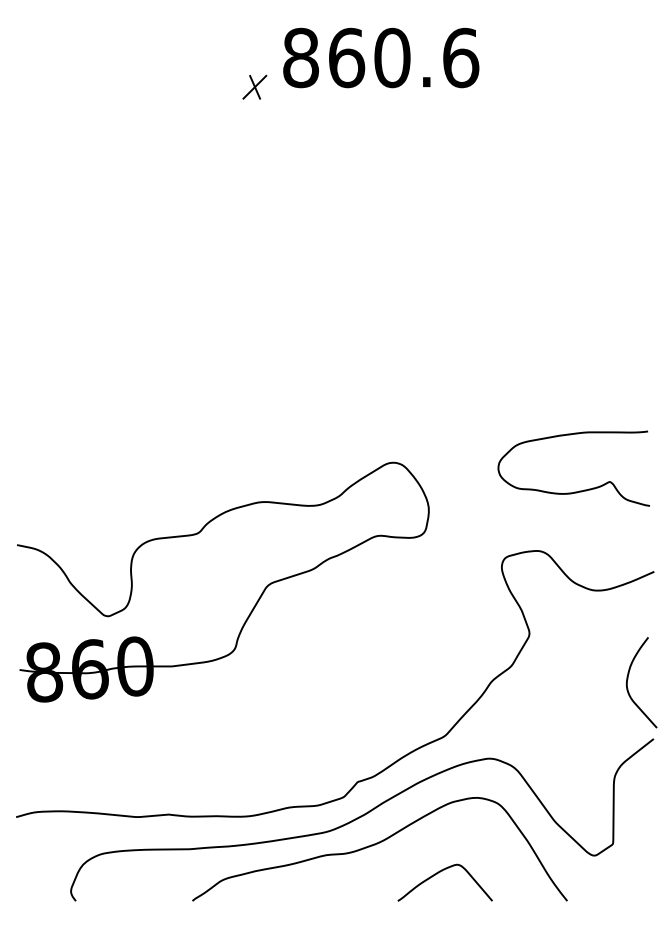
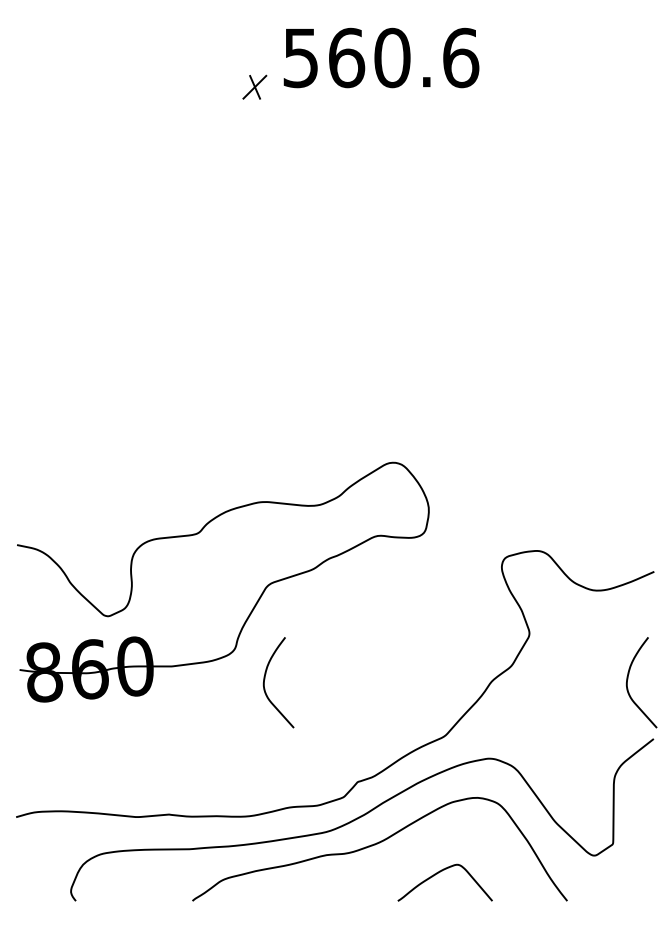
text at (301, 57): 860.6 -> 560.6
curve at (579, 490): present -> none
curve at (265, 679): none -> present
